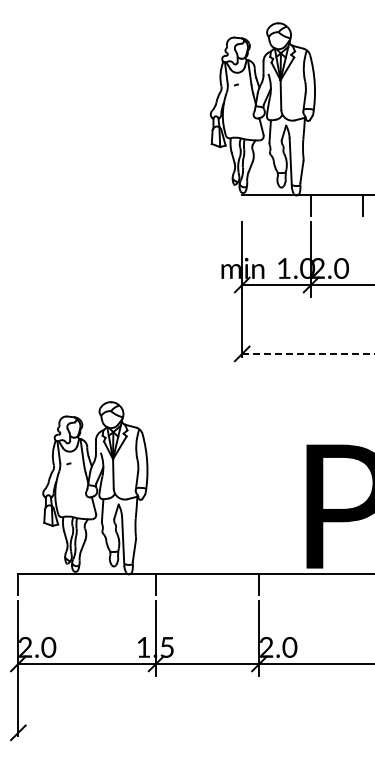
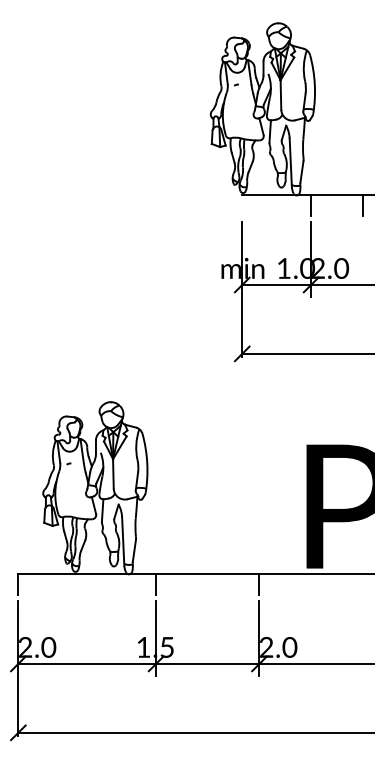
line at (308, 353): dashed -> solid
line at (194, 732): none -> present
